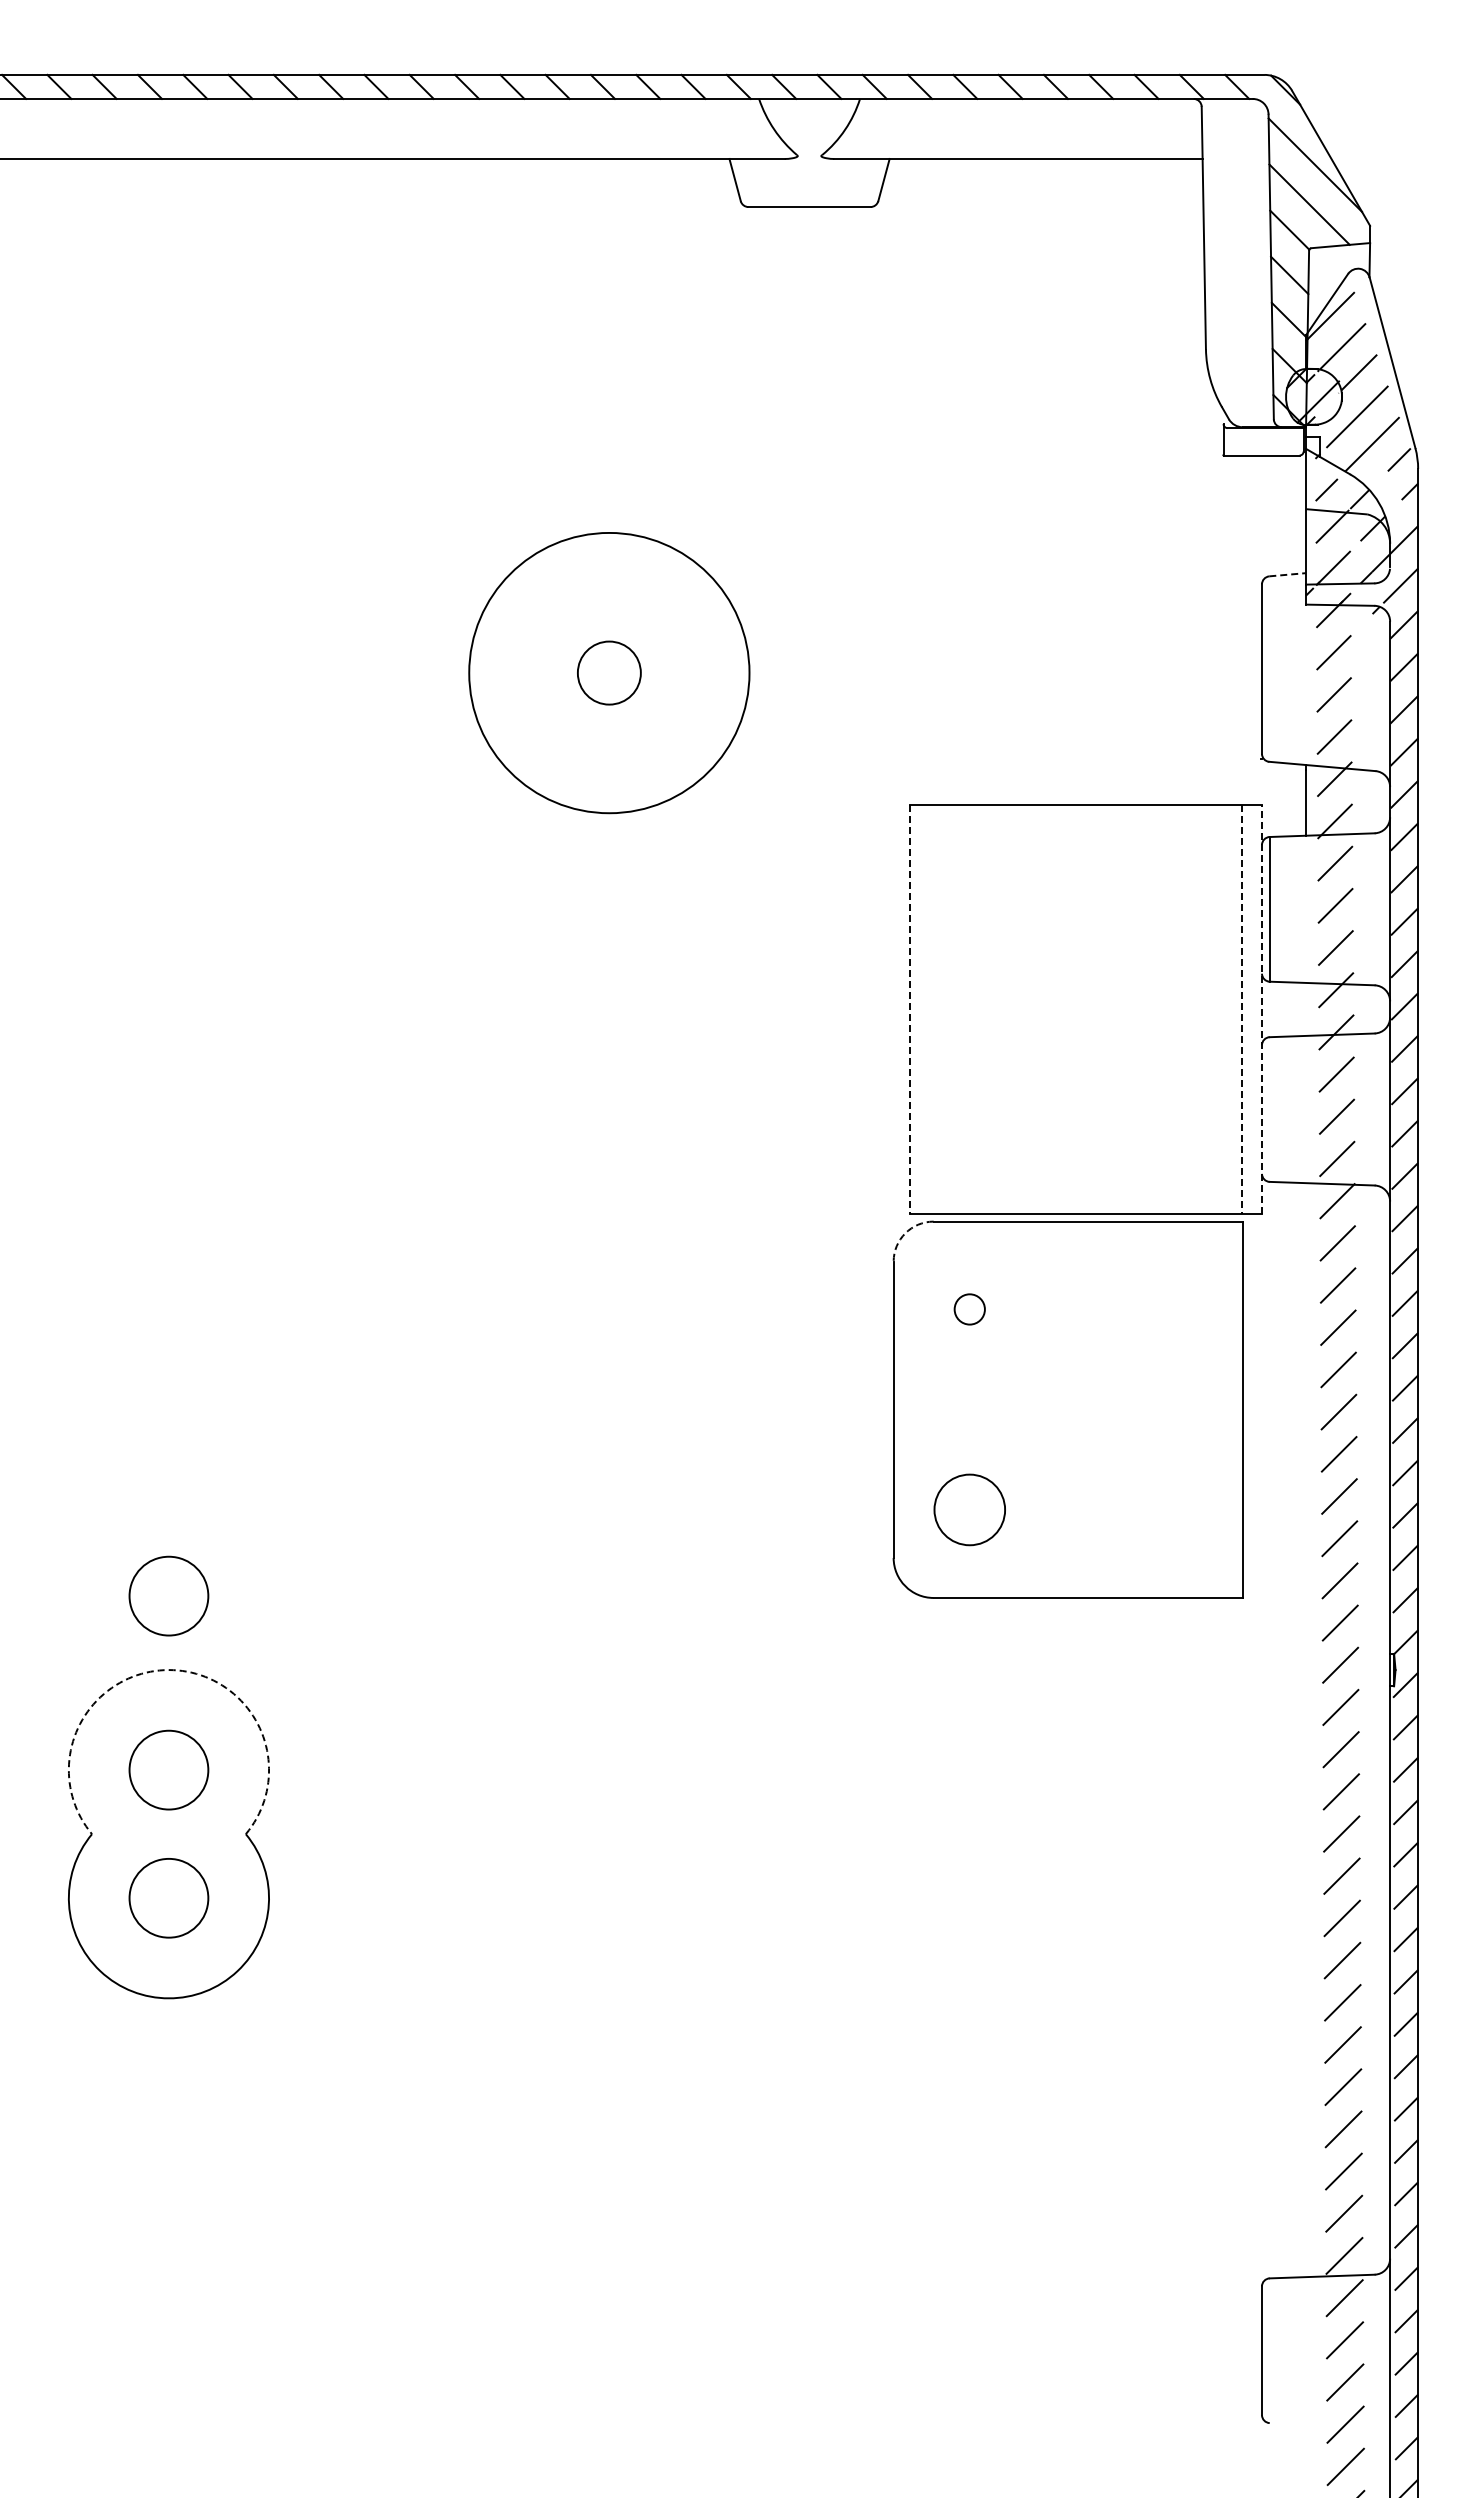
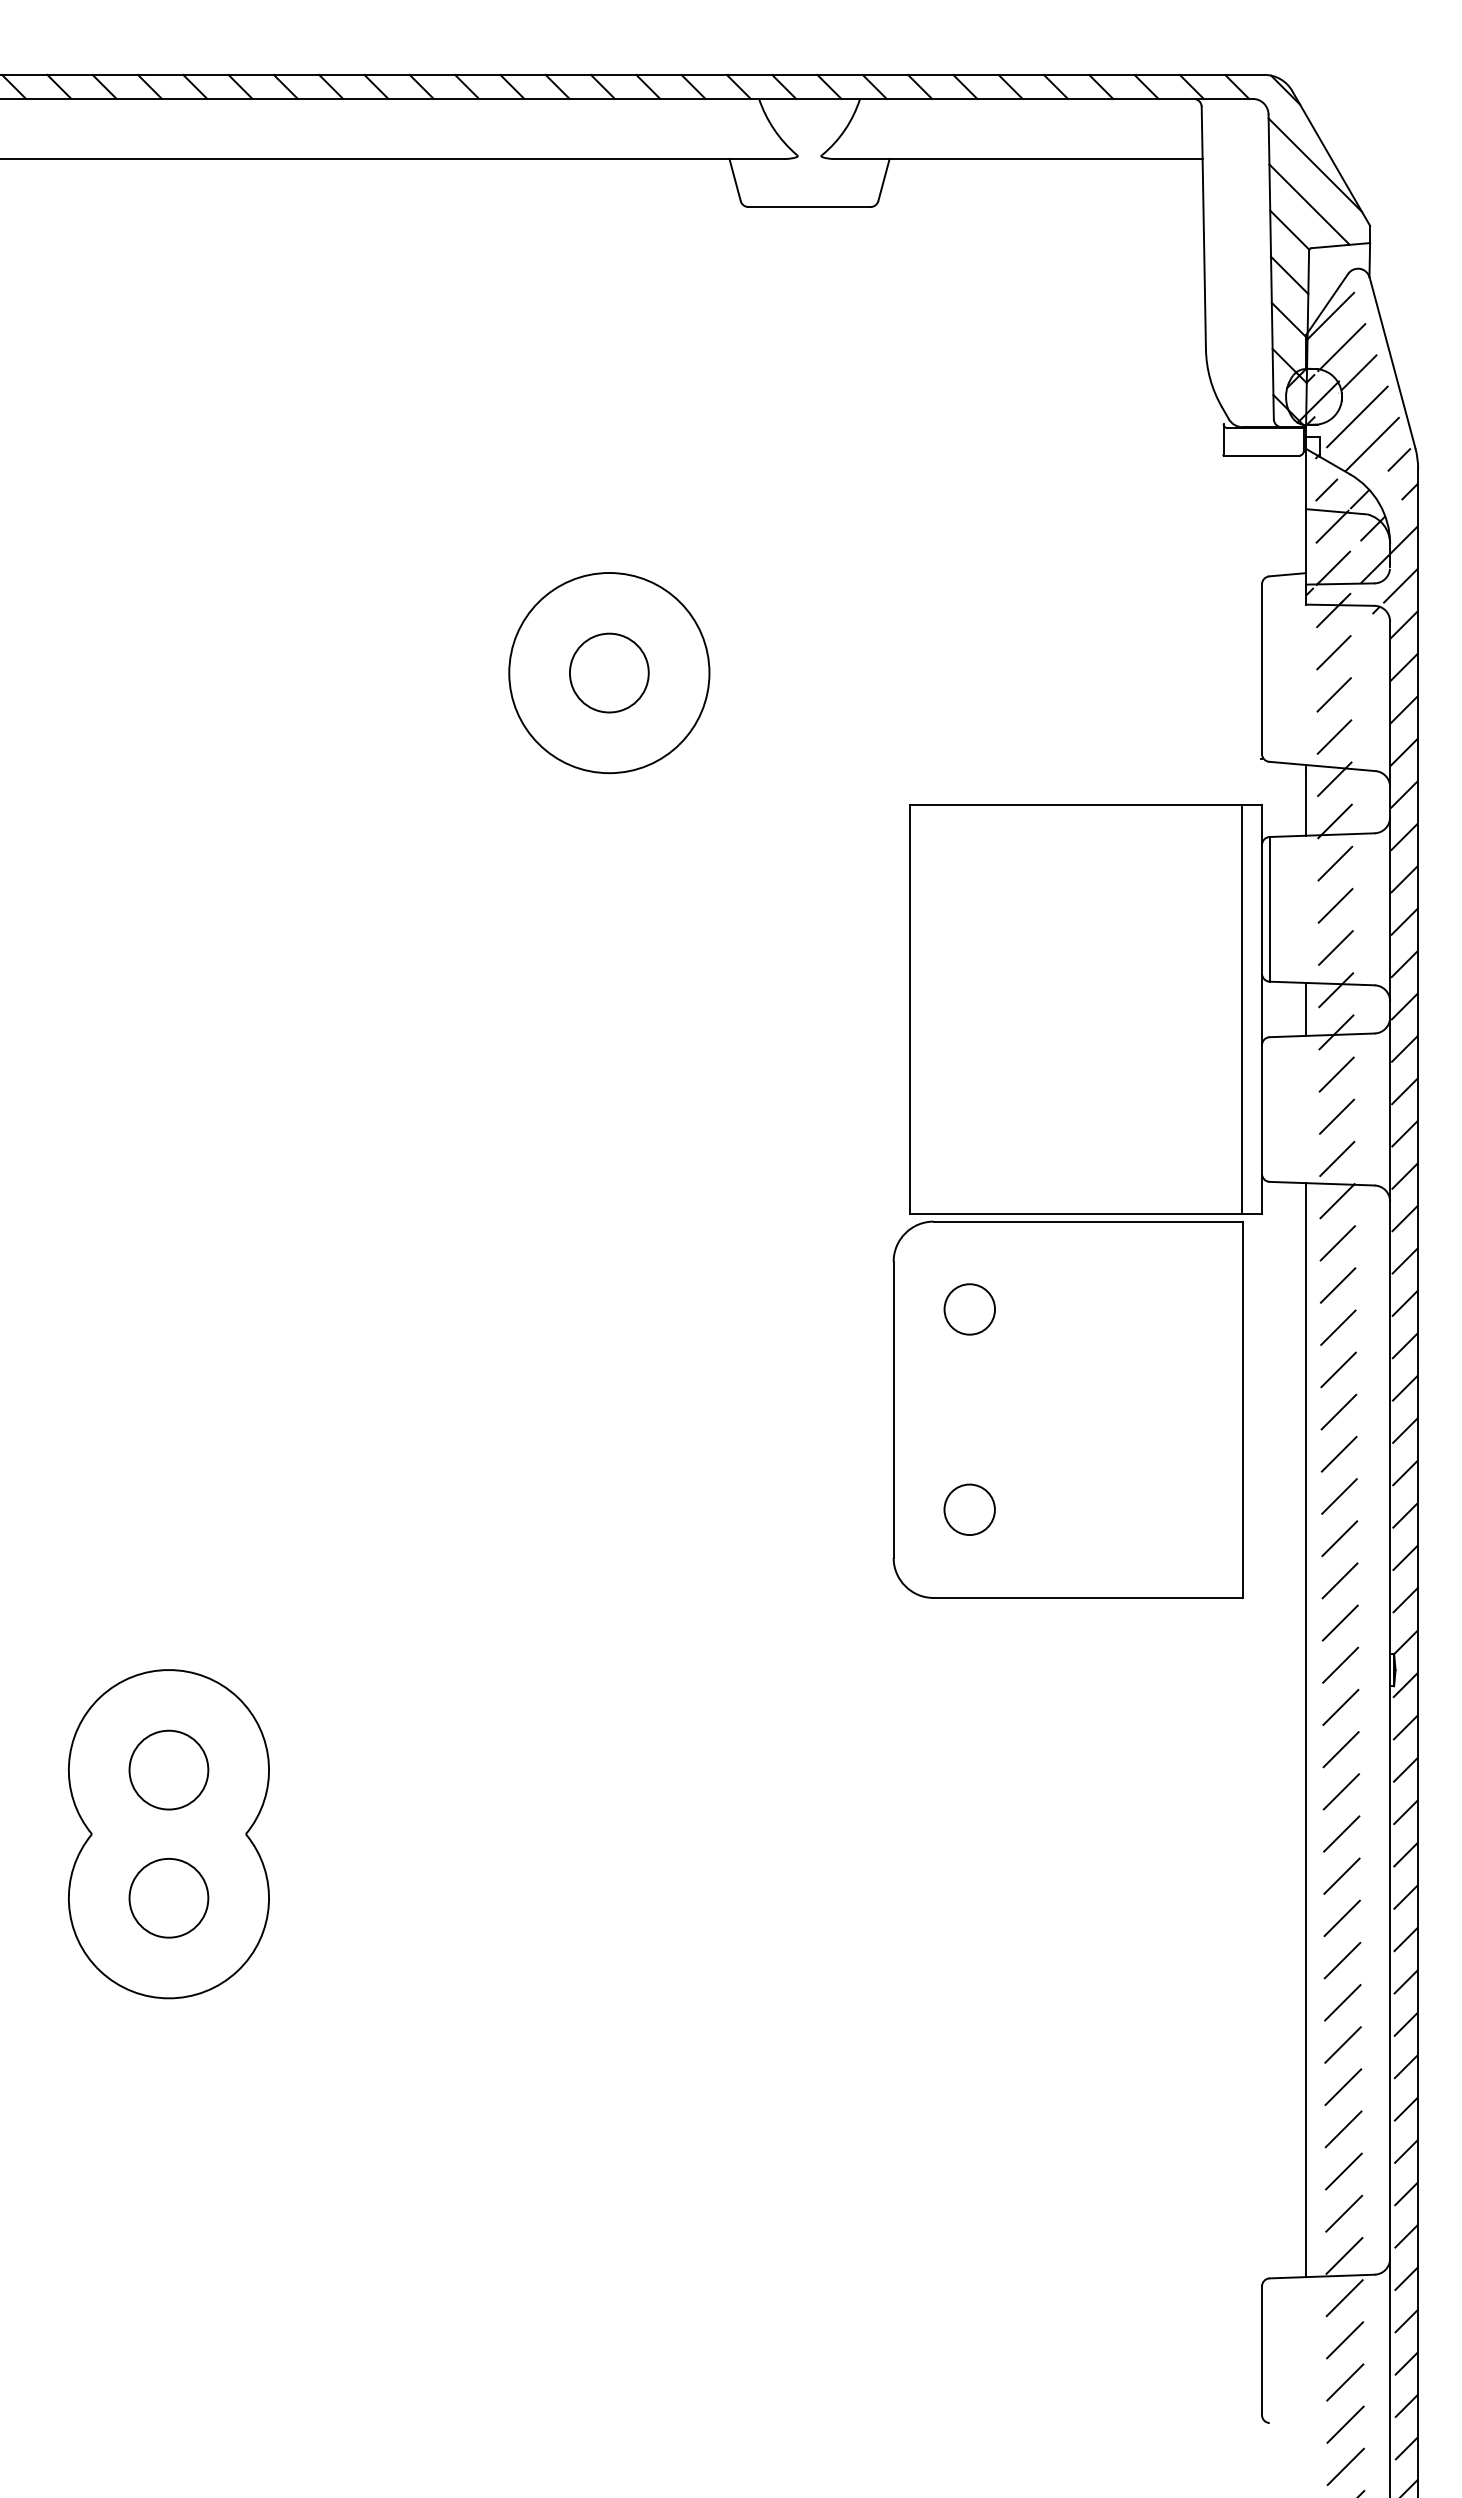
line at (1288, 574): dashed -> solid
circle at (608, 672) diameter: 63 px -> 79 px
circle at (609, 672) diameter: 280 px -> 200 px
line at (1262, 1008): dashed -> solid
line at (1306, 1008): none -> present
line at (909, 1009): dashed -> solid
line at (1241, 1009): dashed -> solid
arc at (905, 1233): dashed -> solid
circle at (969, 1309) diameter: 30 px -> 50 px
circle at (969, 1509) size: 73x74 px -> 53x53 px
circle at (168, 1595): present -> none
arc at (168, 1670): dashed -> solid
line at (1306, 1730): none -> present
